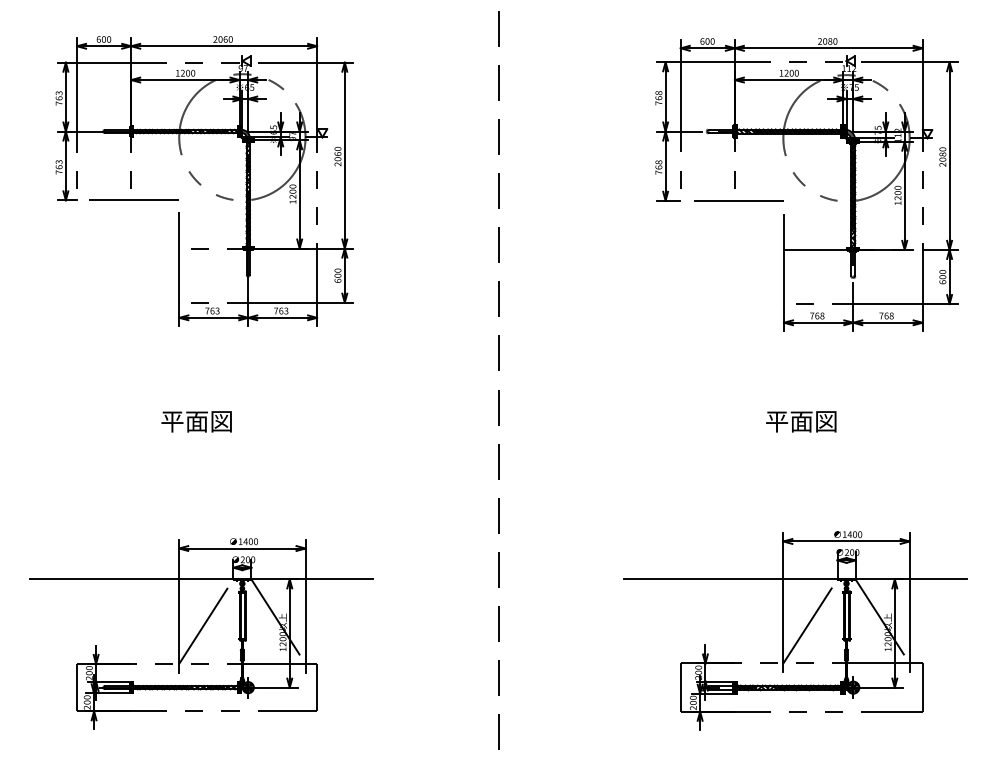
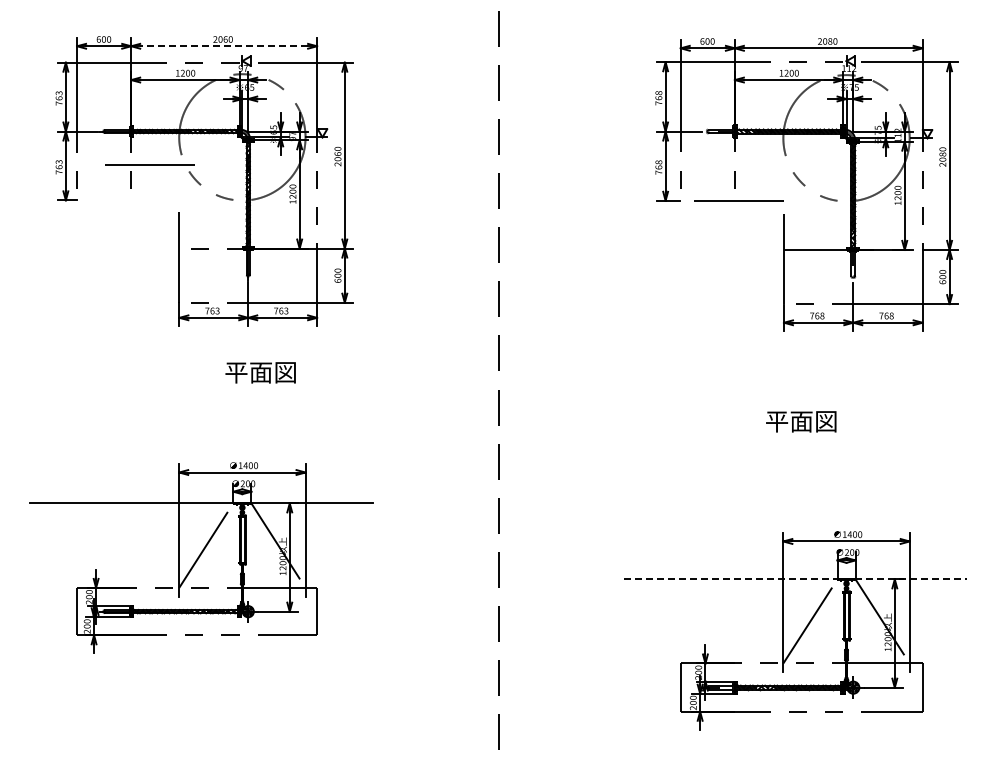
line at (224, 46): solid -> dashed
line at (133, 199) position: (133, 199) -> (149, 164)
text at (196, 421) position: (196, 421) -> (260, 372)
line at (796, 579): solid -> dashed
part at (201, 633) position: (201, 633) -> (201, 557)
